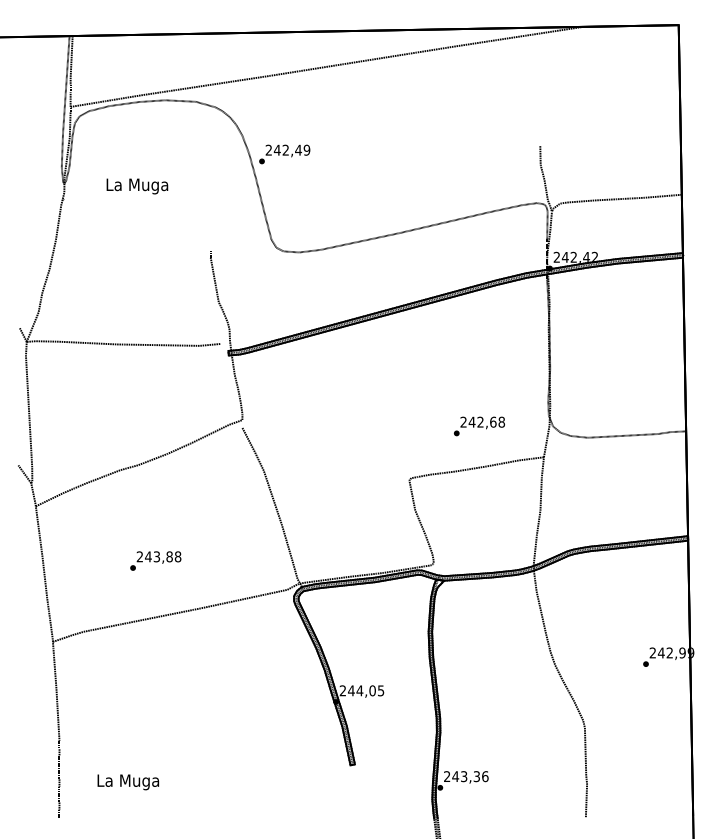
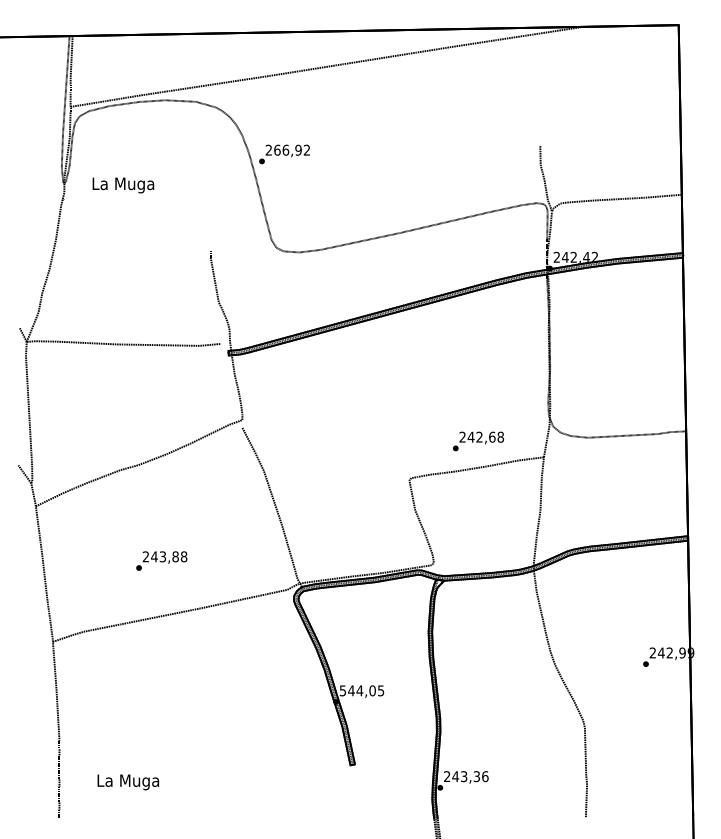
text at (291, 149): 242,49 -> 266,92
text at (137, 186) position: (137, 186) -> (123, 185)
text at (479, 426) position: (479, 426) -> (478, 441)
text at (155, 560) position: (155, 560) -> (161, 560)
text at (342, 690): 244,05 -> 544,05
